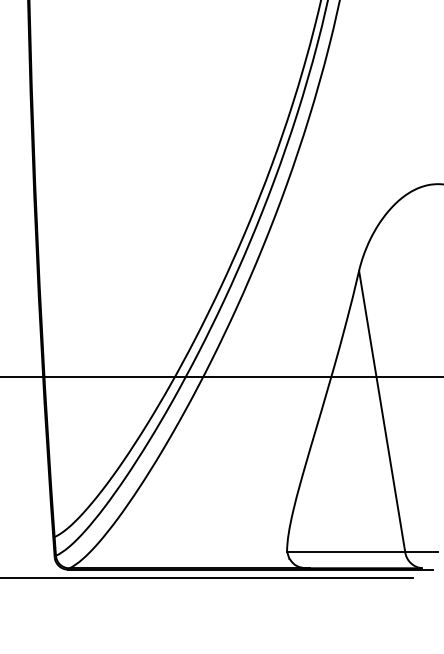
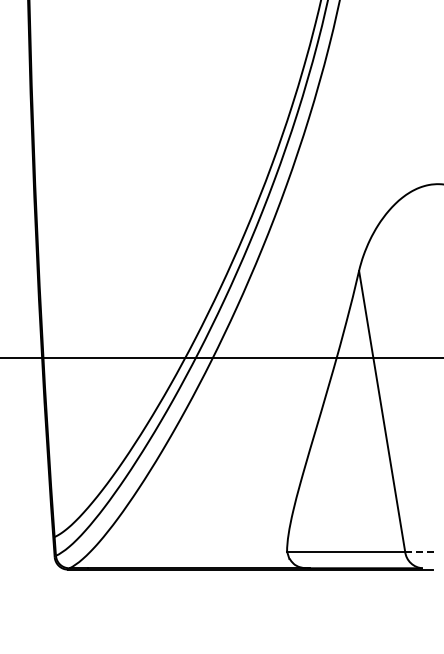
line at (221, 376) position: (221, 376) -> (221, 357)
line at (422, 551): solid -> dashed
line at (207, 578): present -> none
